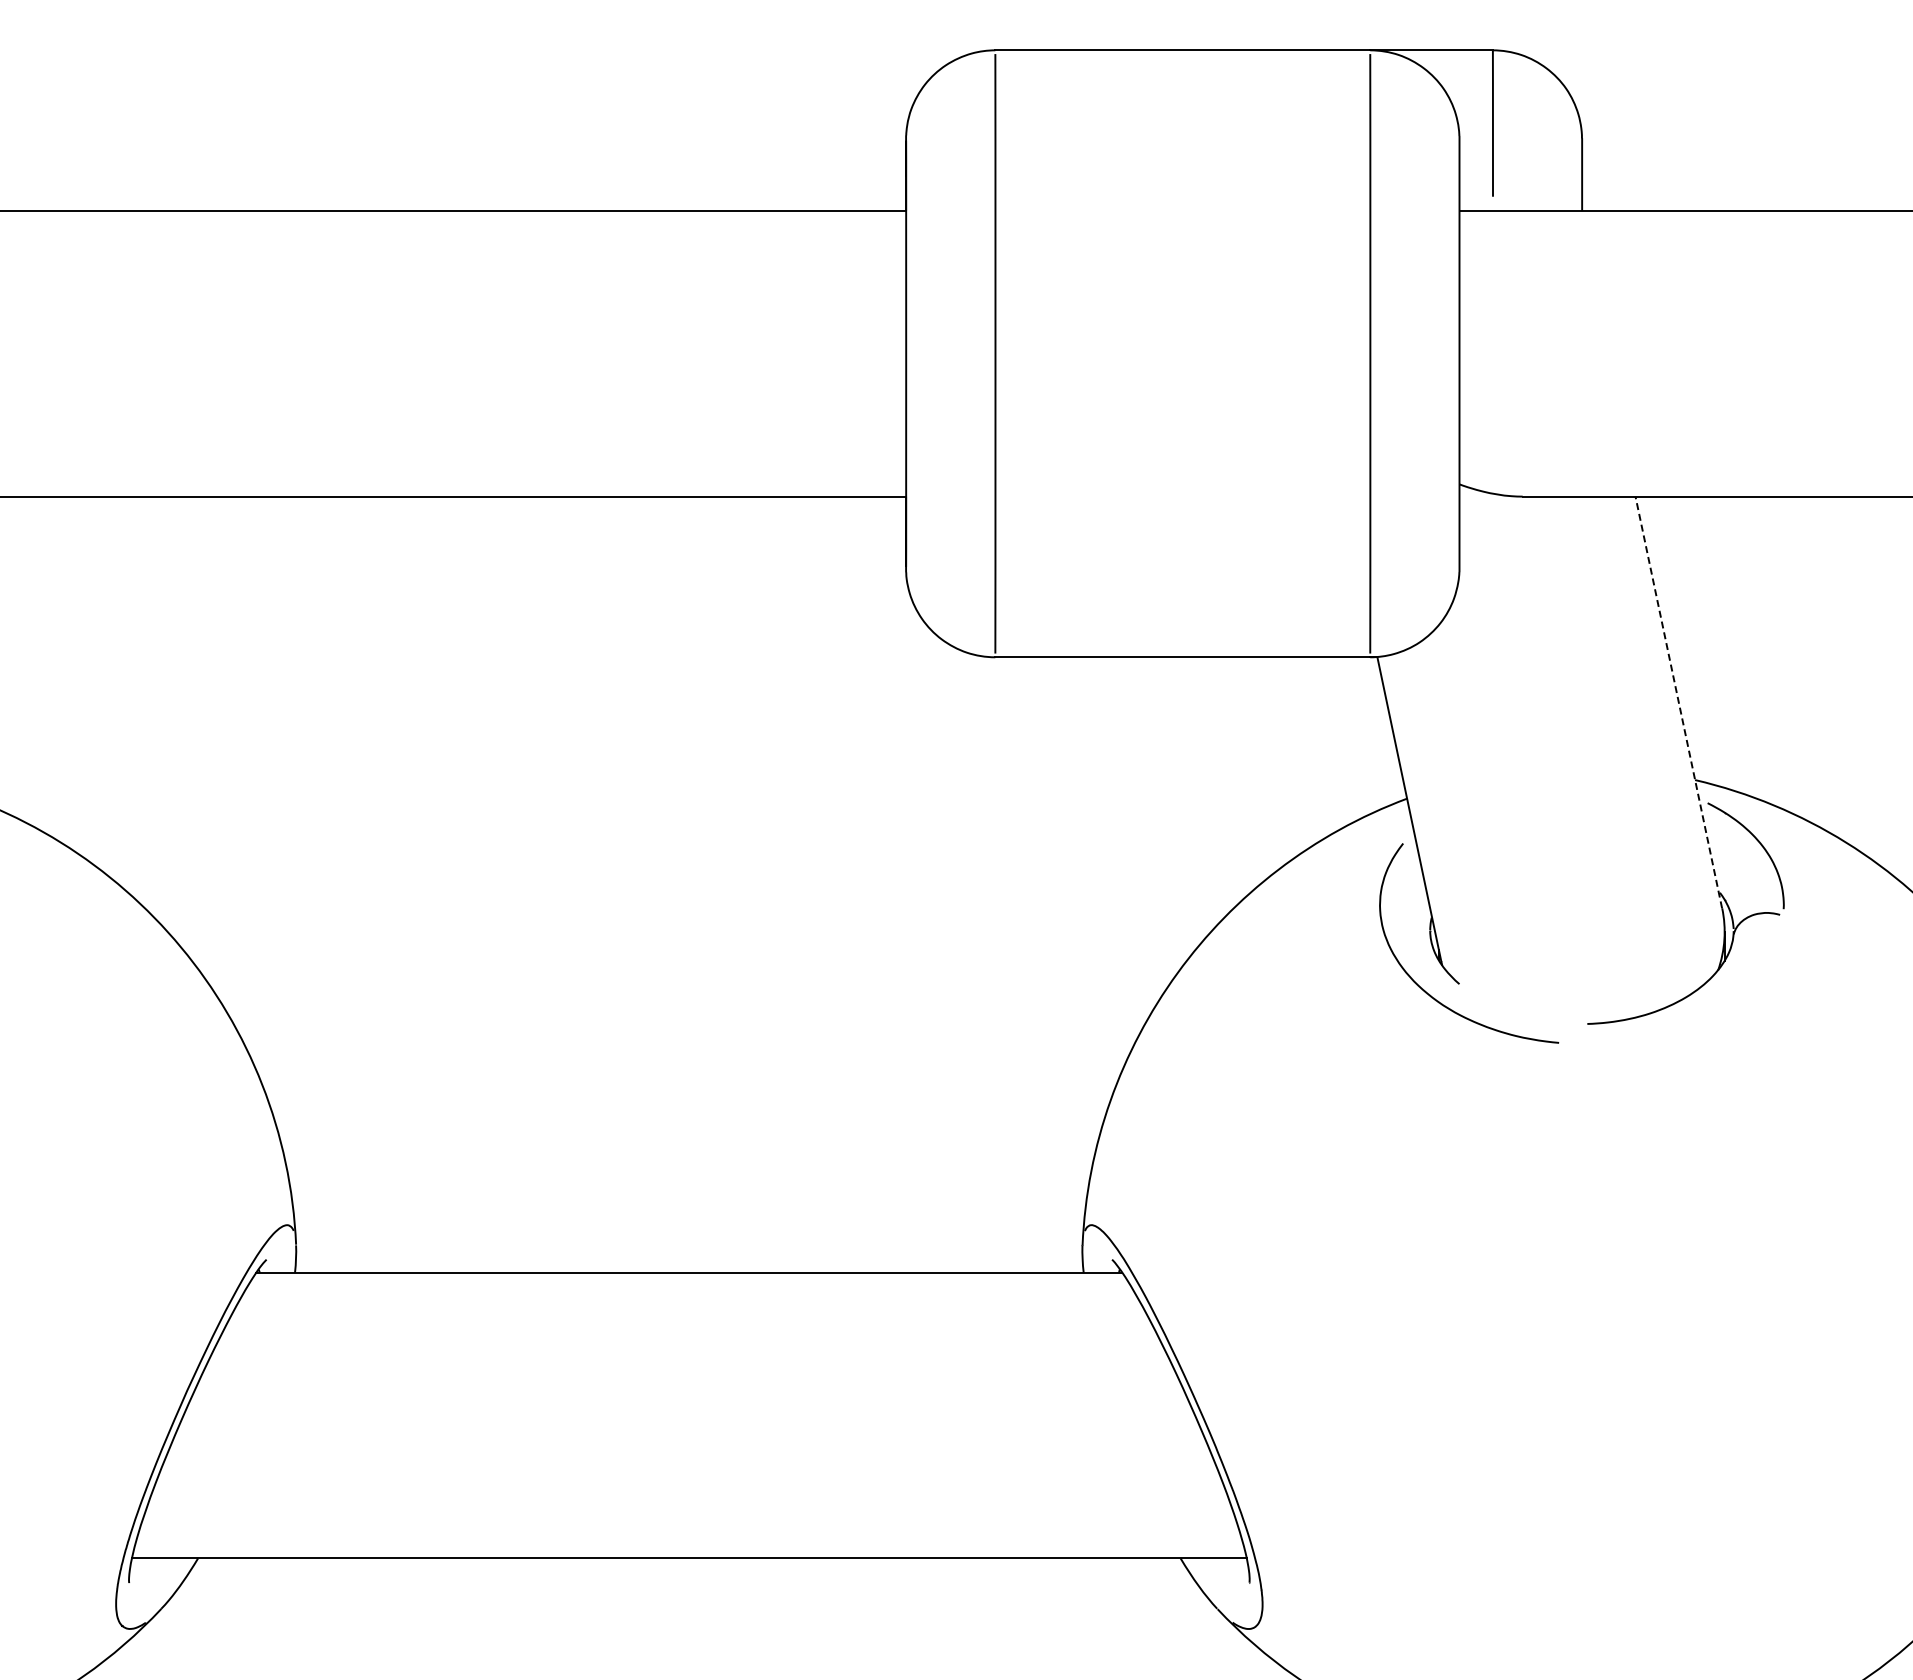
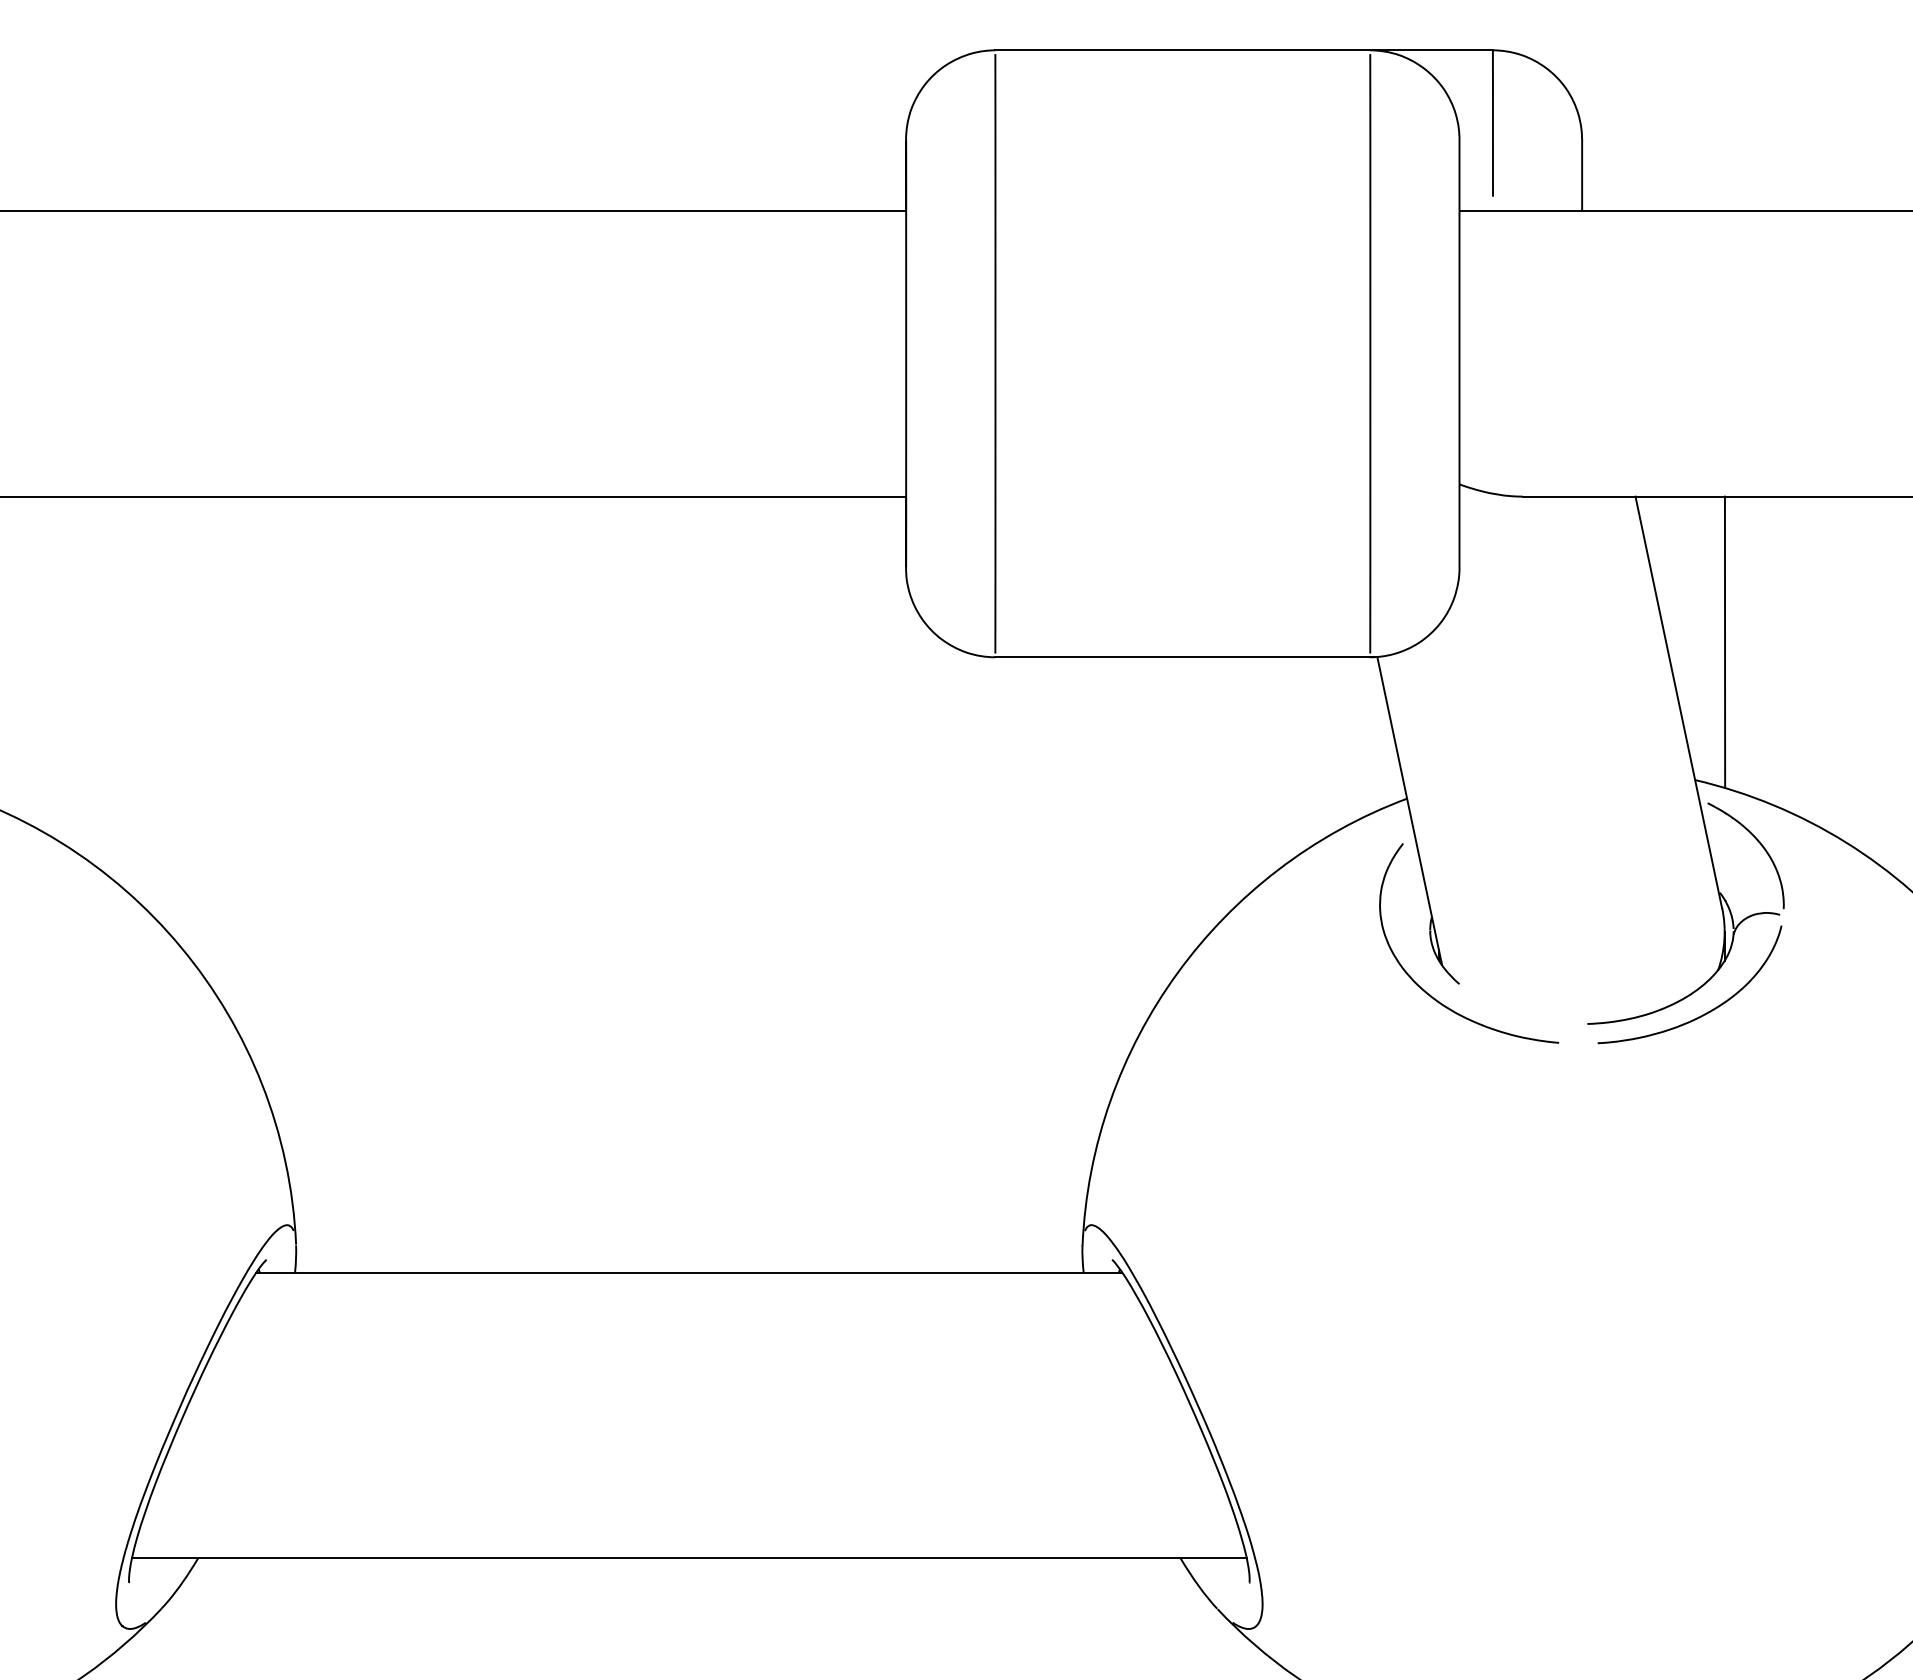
line at (1724, 641): none -> present
line at (1678, 701): dashed -> solid
curve at (1704, 1013): none -> present
